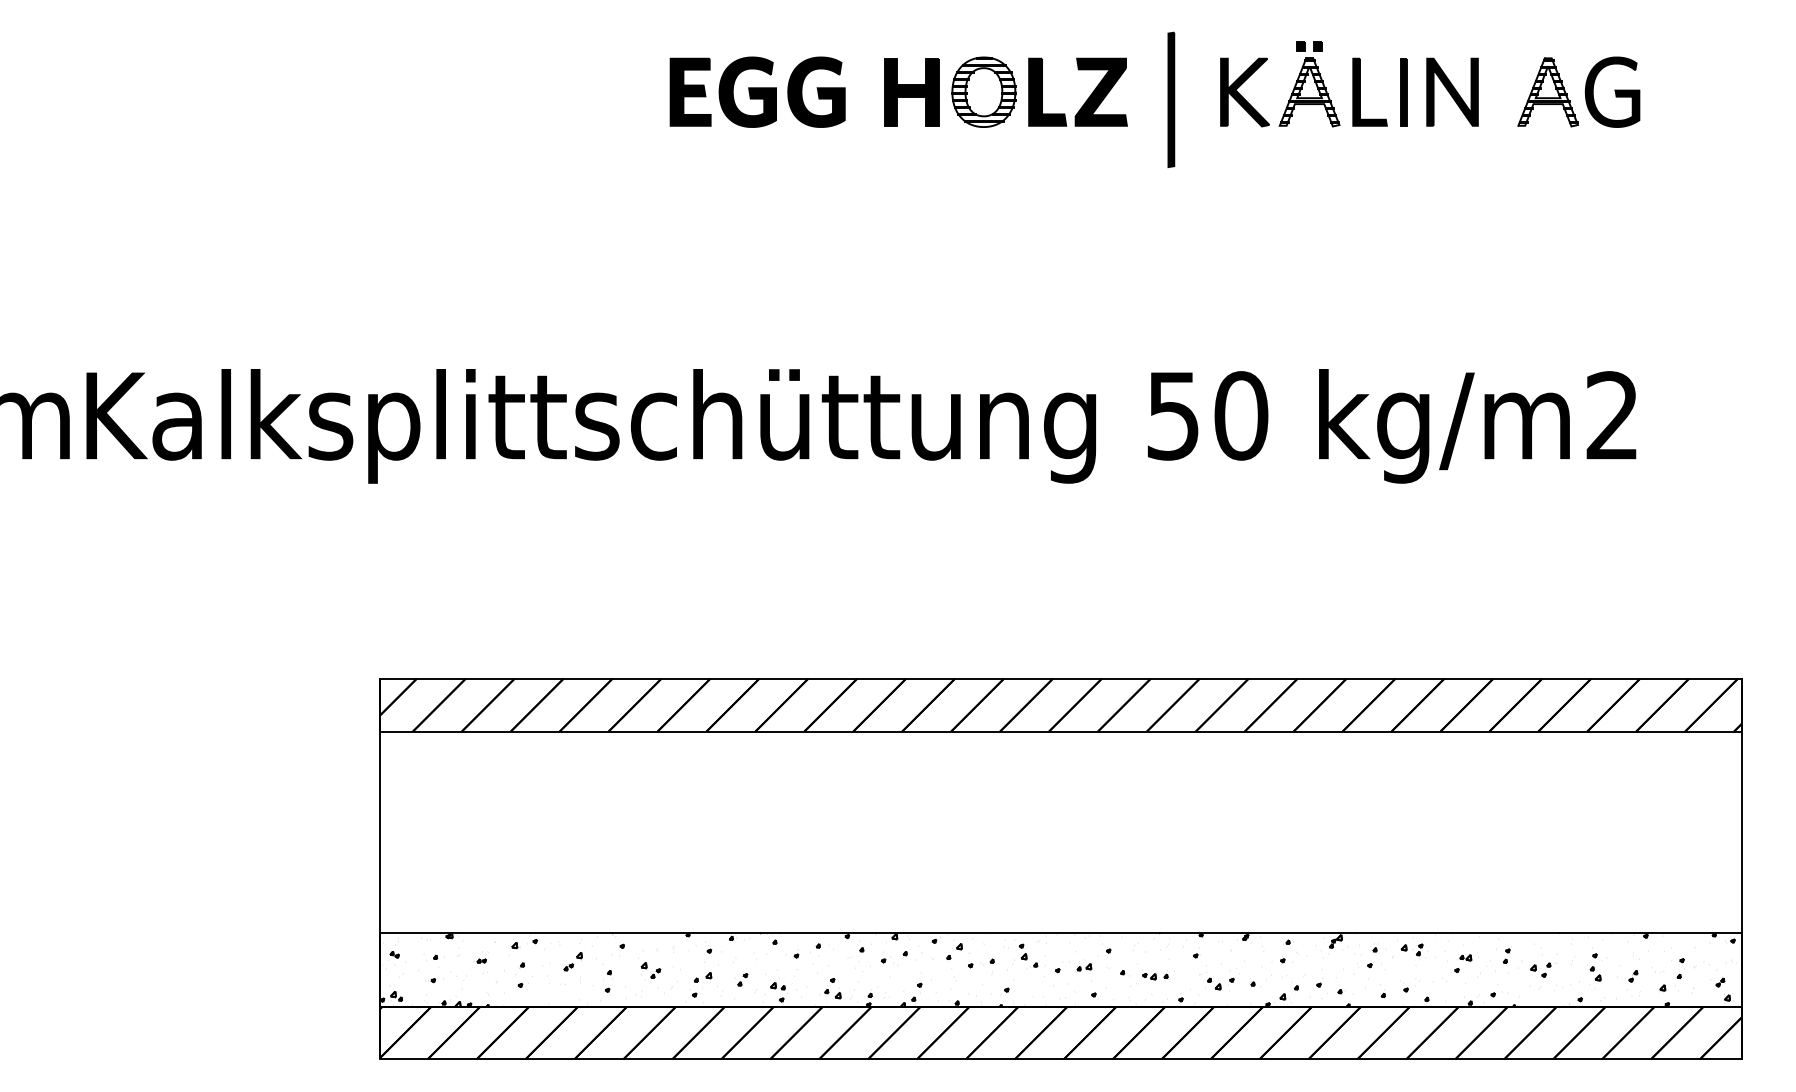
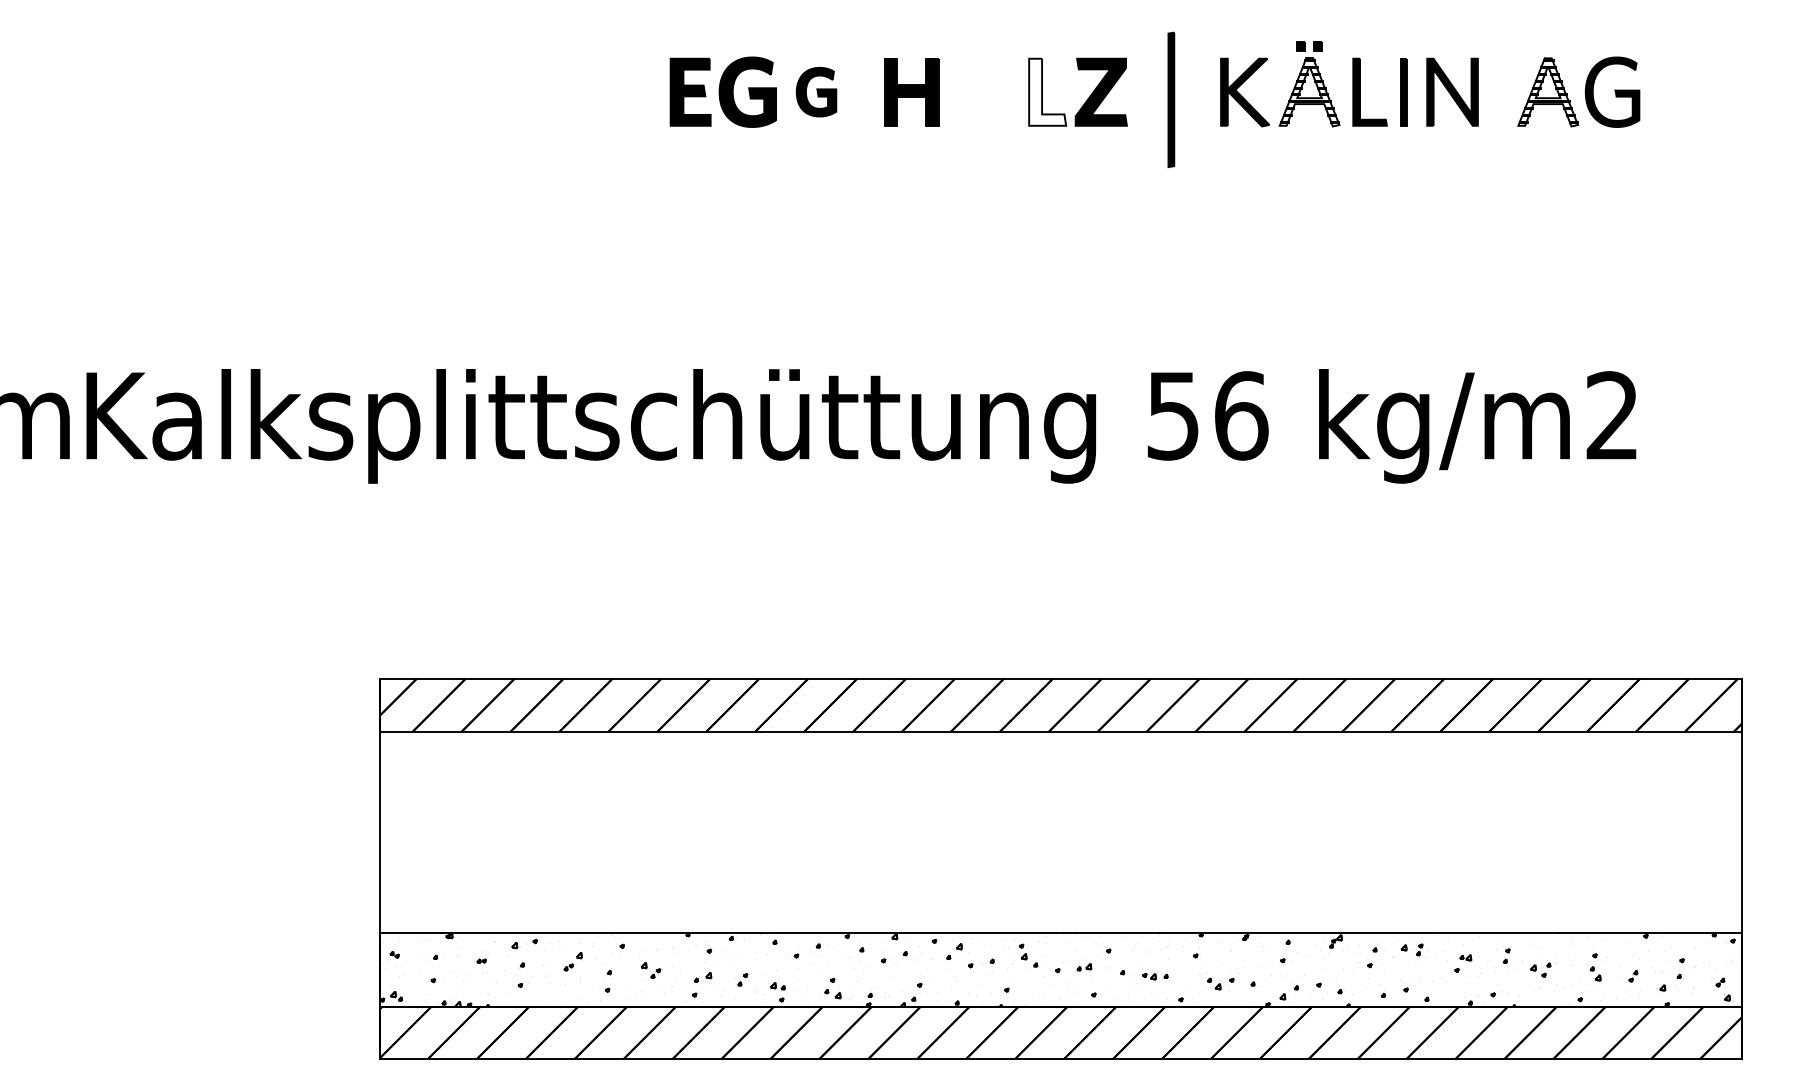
part at (816, 91) size: 59x72 px -> 43x51 px
part at (983, 91): present -> none
fill at (1047, 91): present -> none
text at (1241, 415): 50 -> 56
